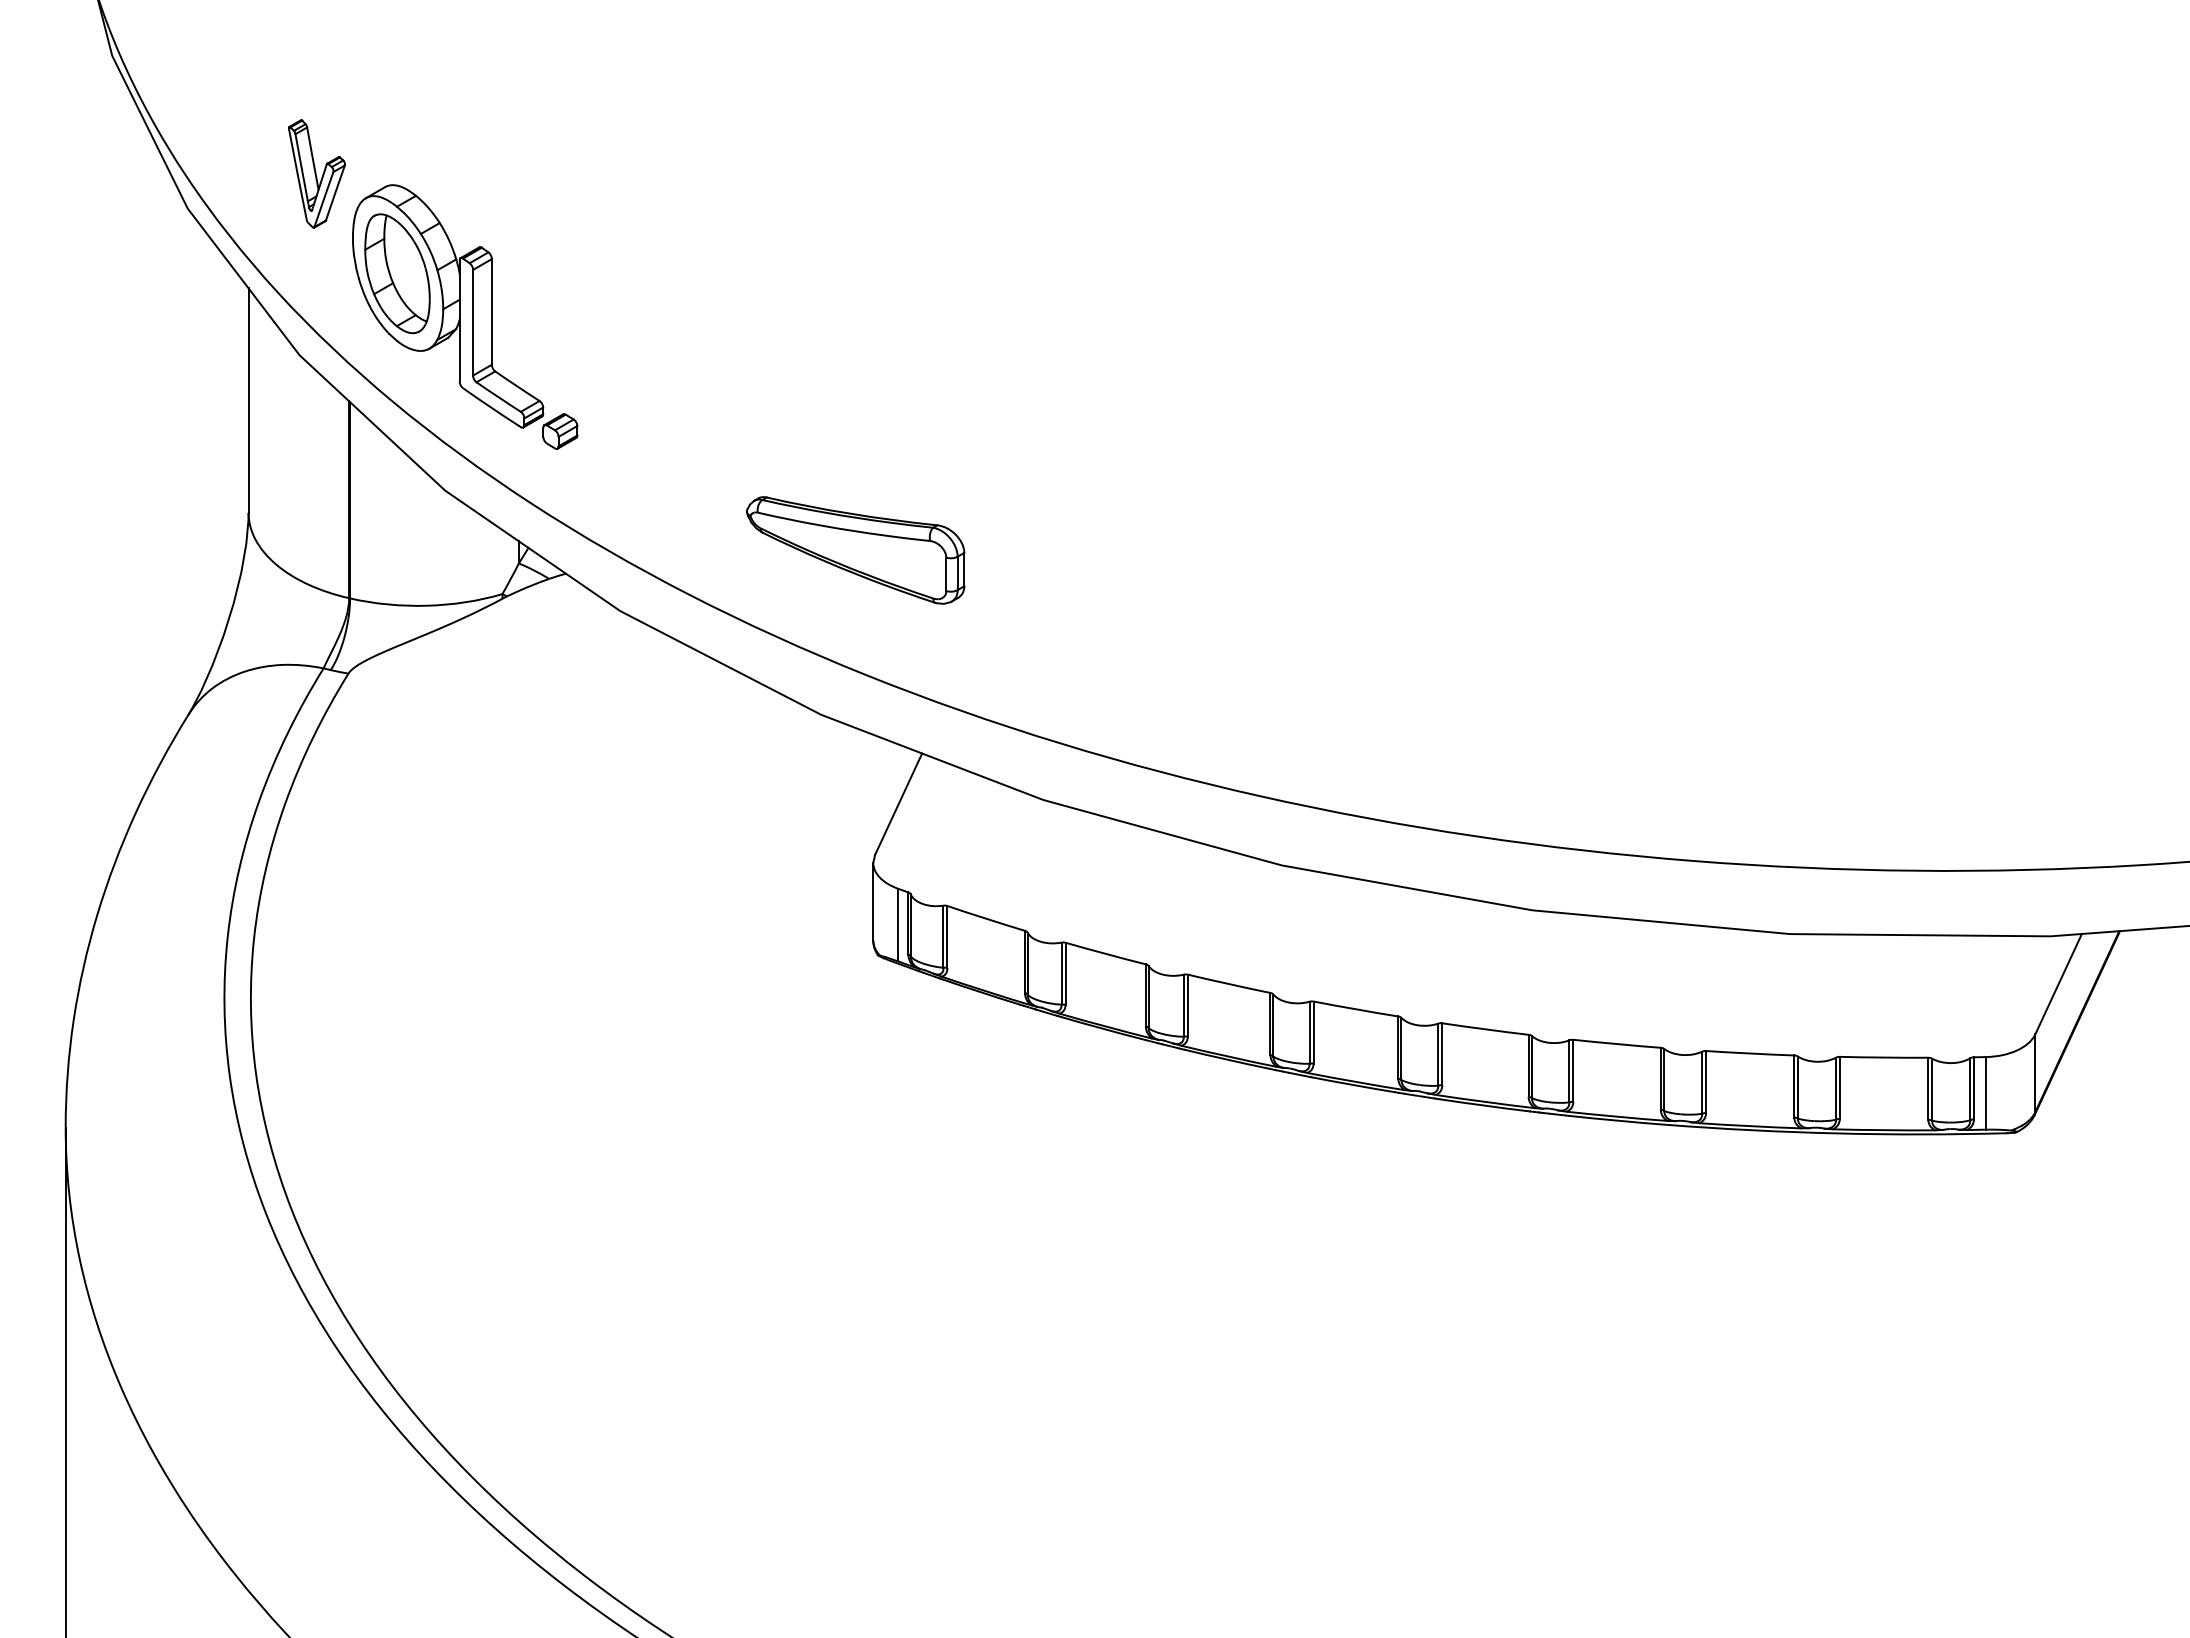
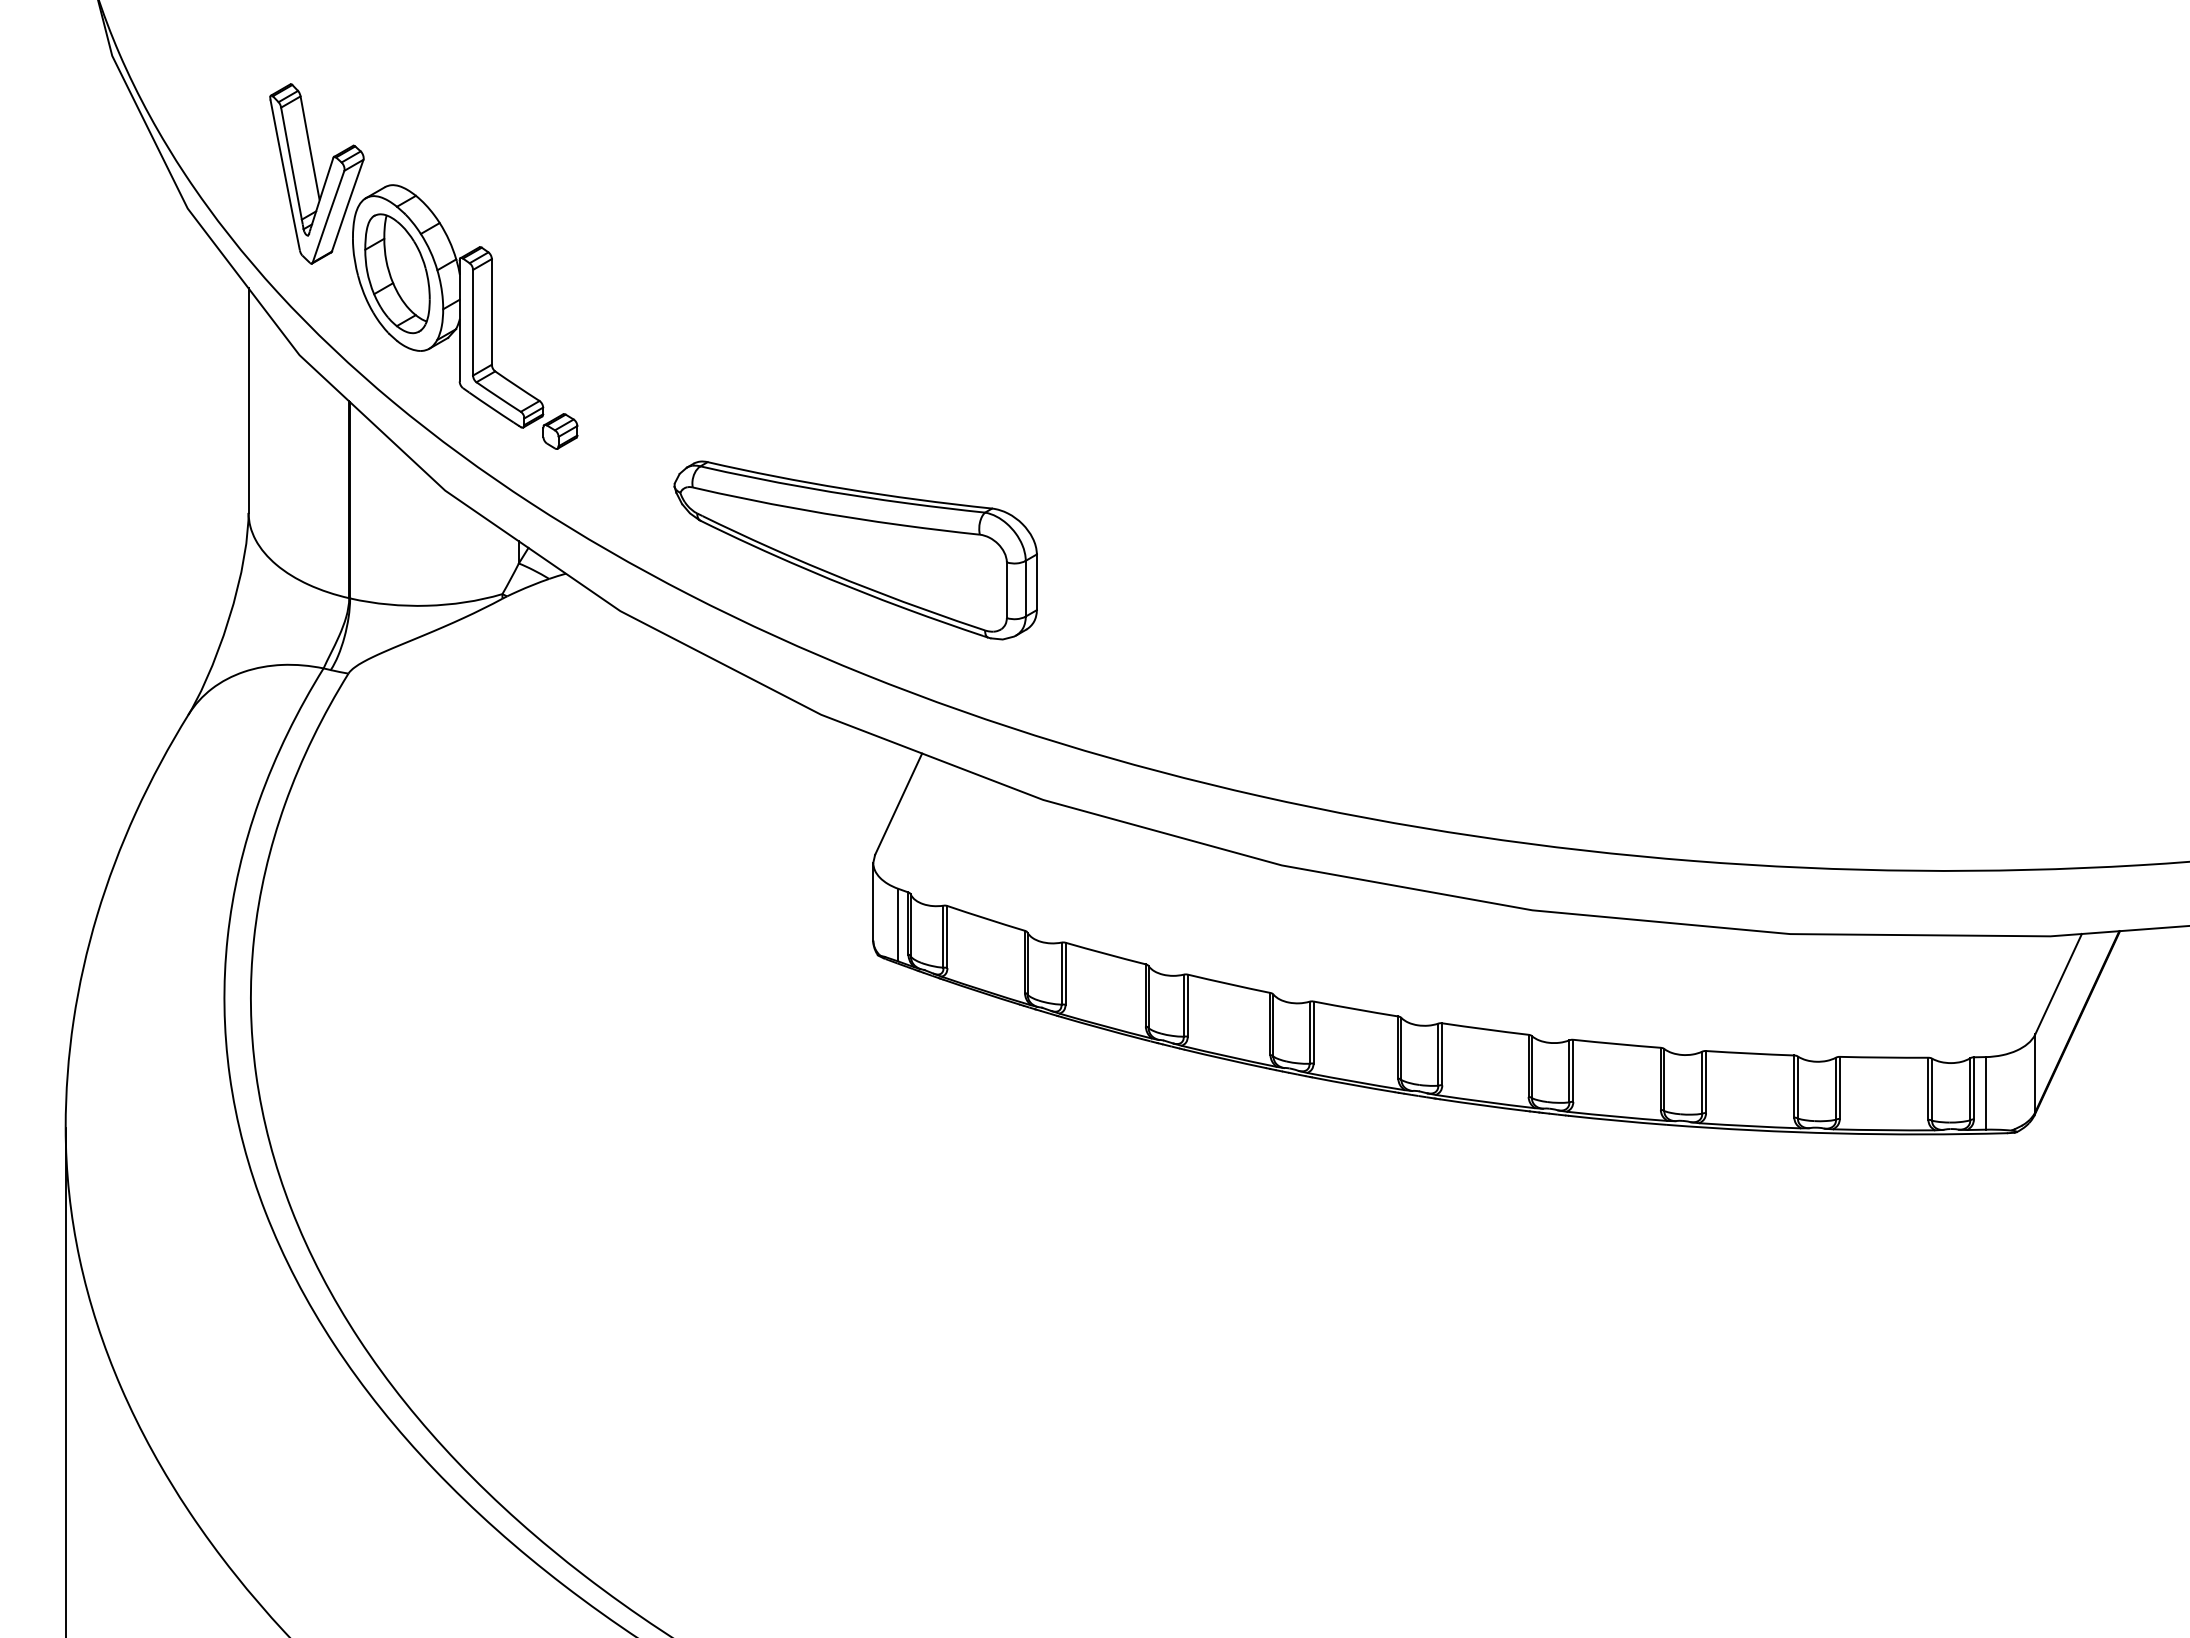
part at (316, 173) size: 58x110 px -> 96x182 px
part at (855, 550) size: 220x109 px -> 365x181 px
